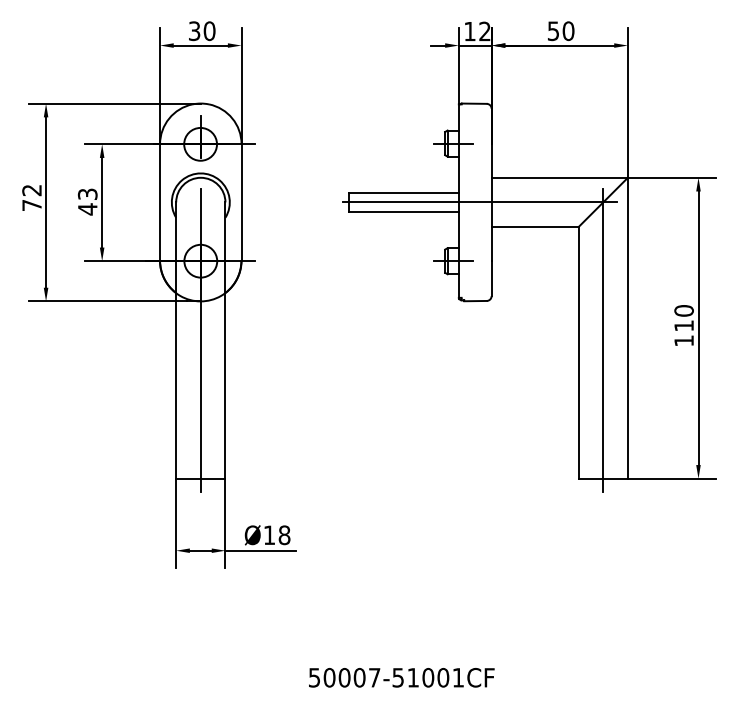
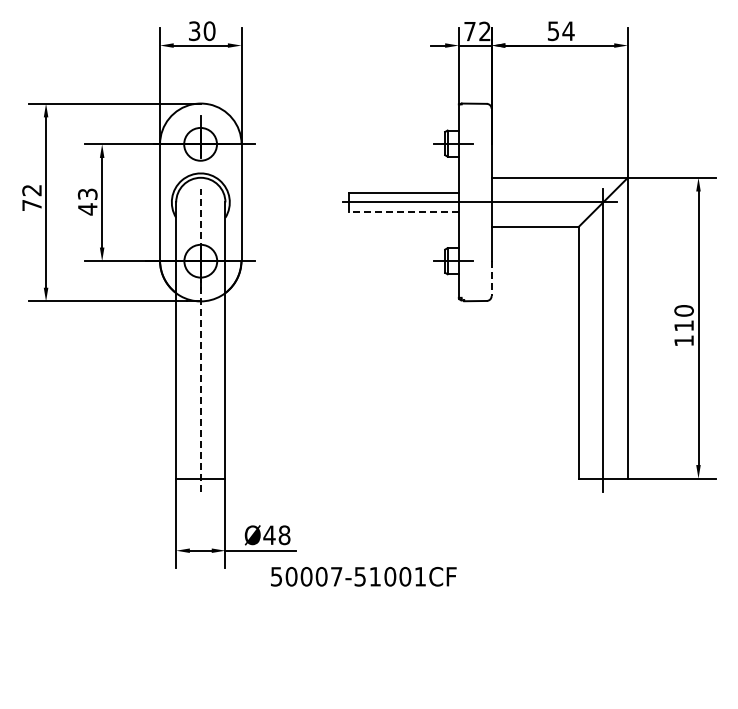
text at (469, 31): 12 -> 72
text at (568, 31): 50 -> 54
line at (404, 212): solid -> dashed
line at (491, 278): solid -> dashed
line at (200, 340): solid -> dashed
text at (269, 534): 18 -> 48
text at (401, 677) position: (401, 677) -> (363, 576)
